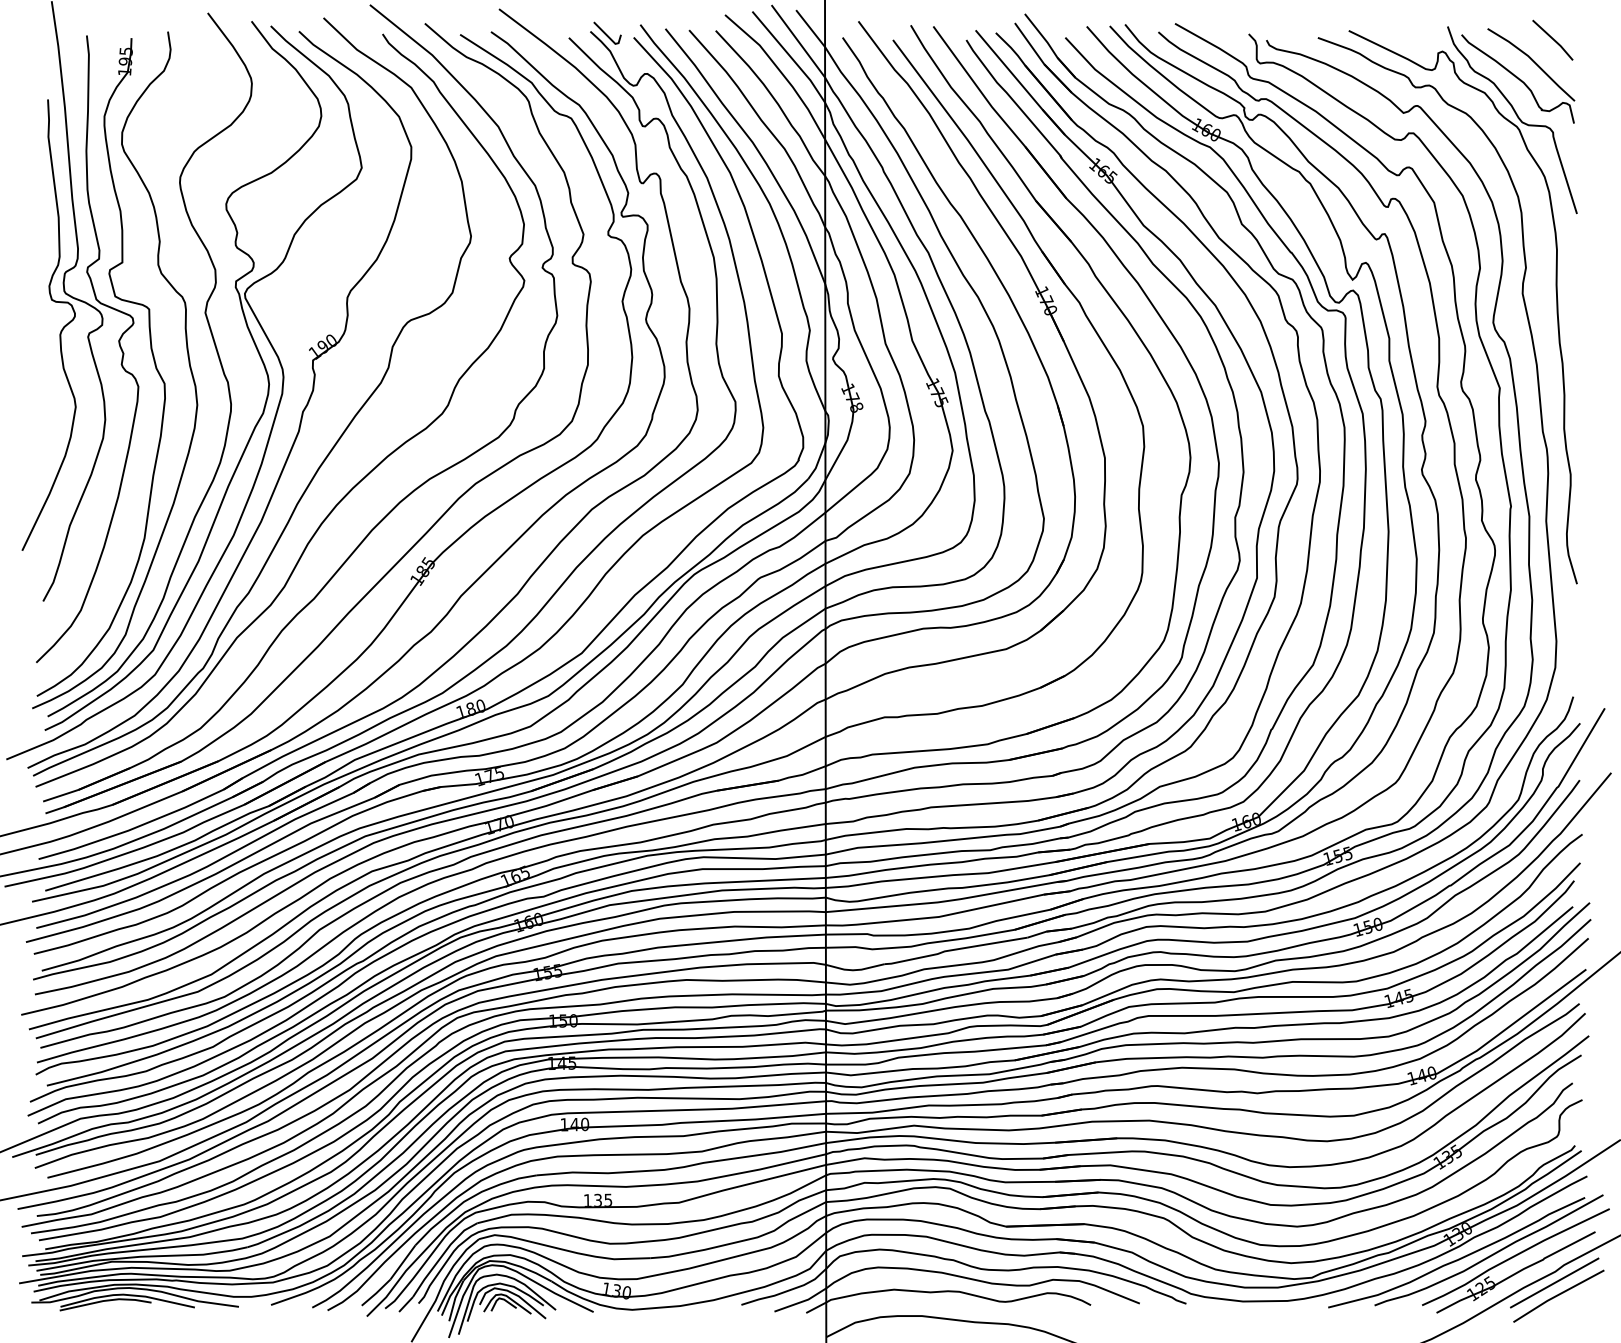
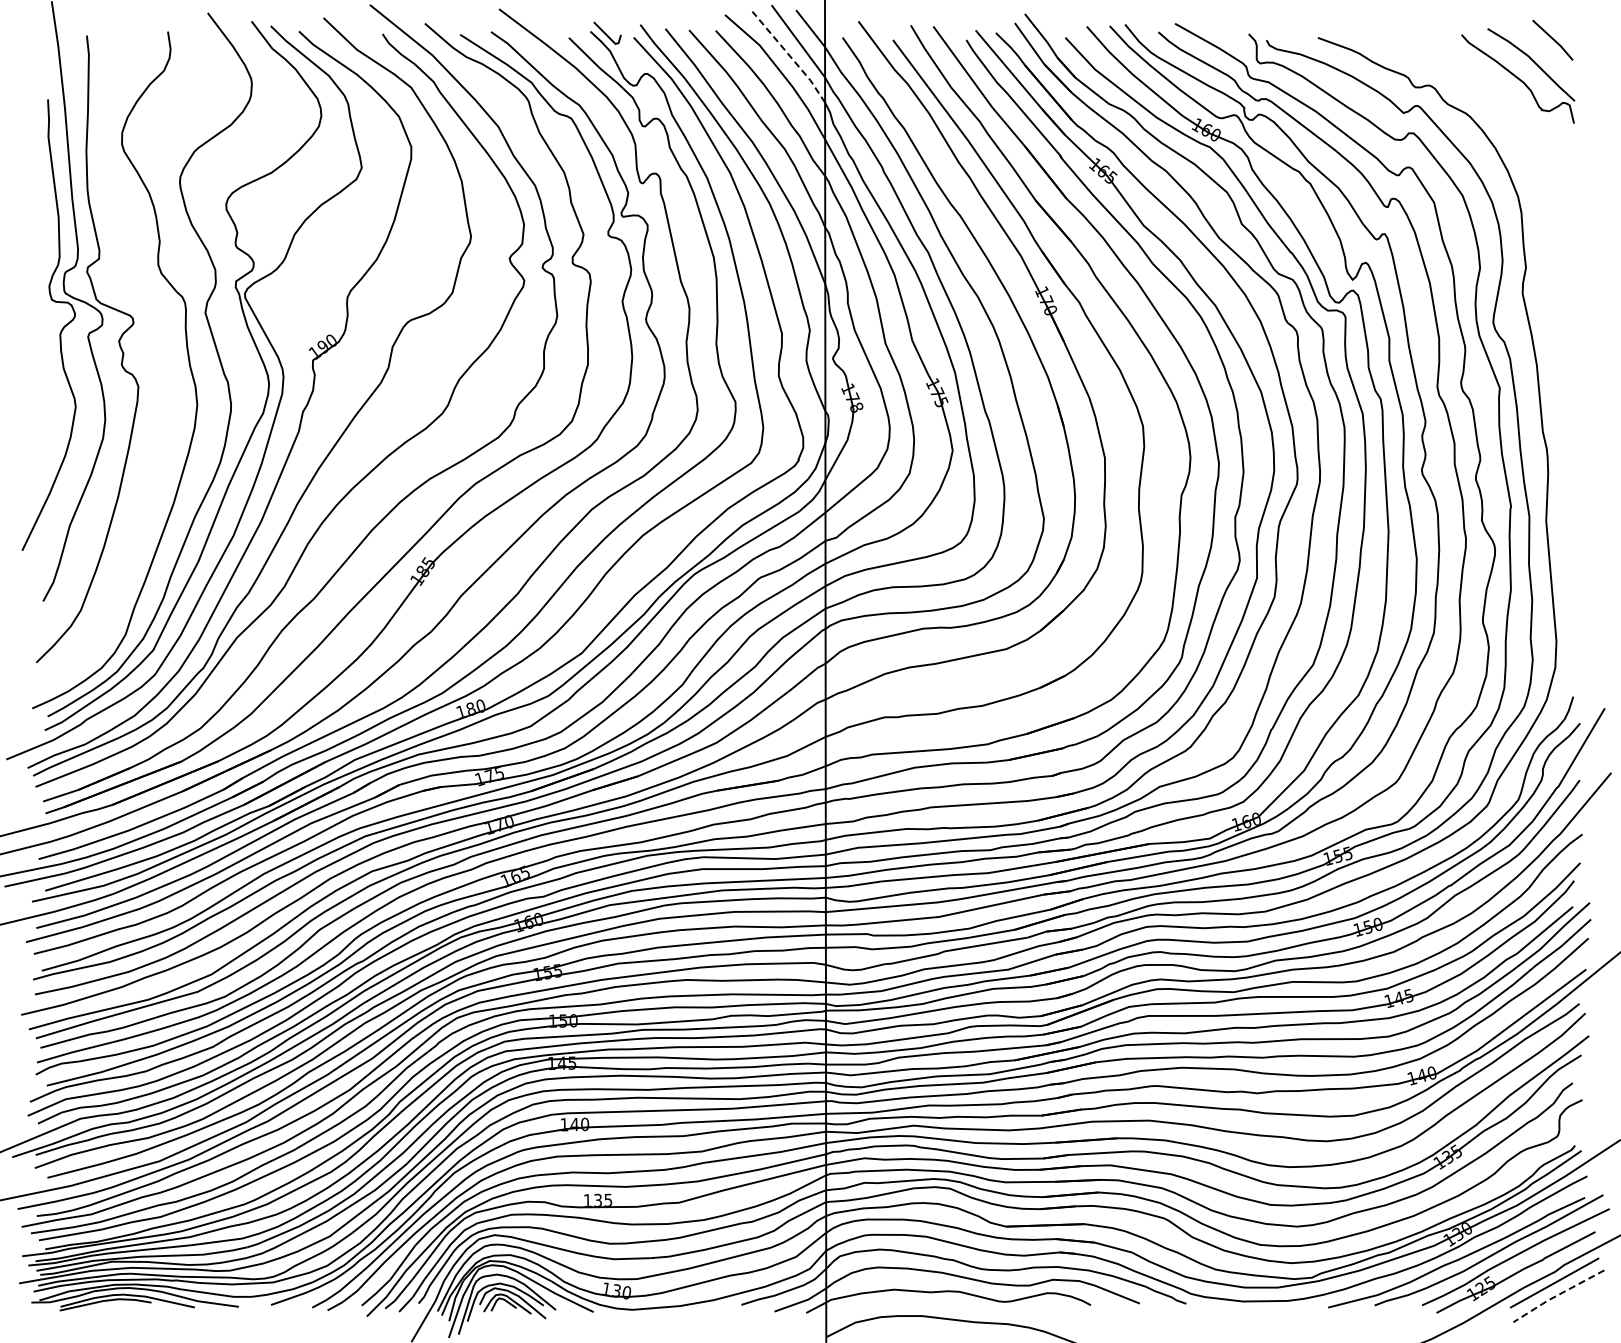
line at (790, 56): solid -> dashed
part at (1556, 305): present -> none
part at (151, 353): present -> none
line at (1557, 1295): solid -> dashed
